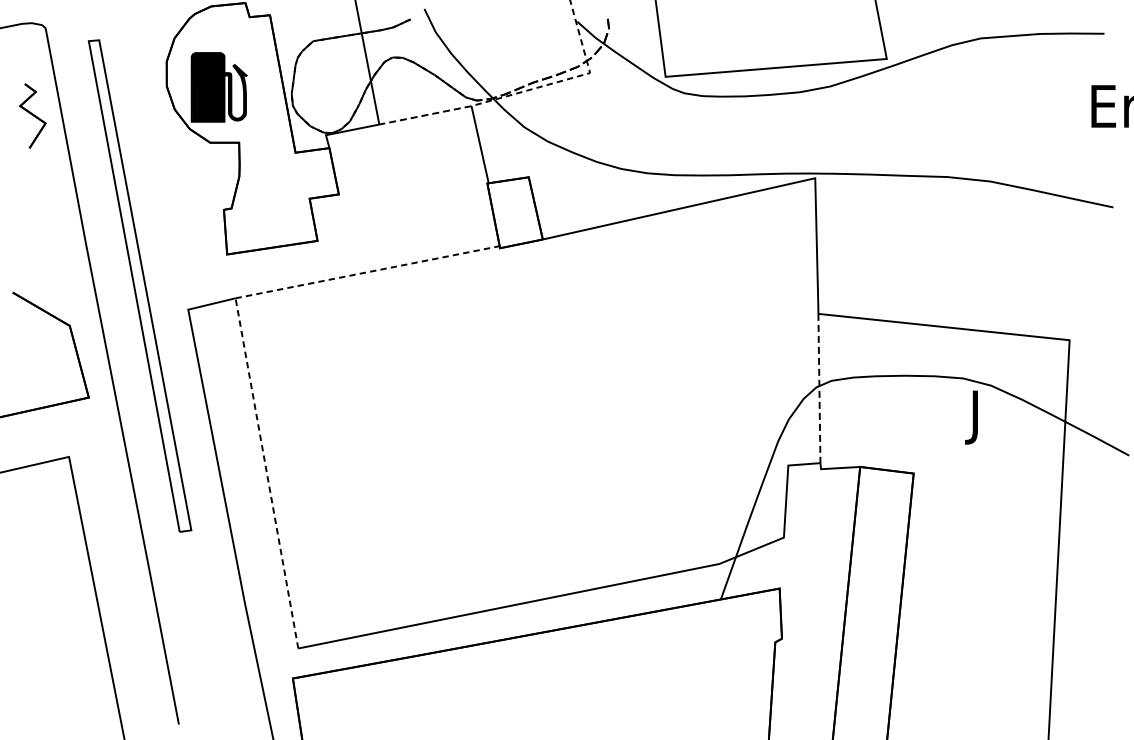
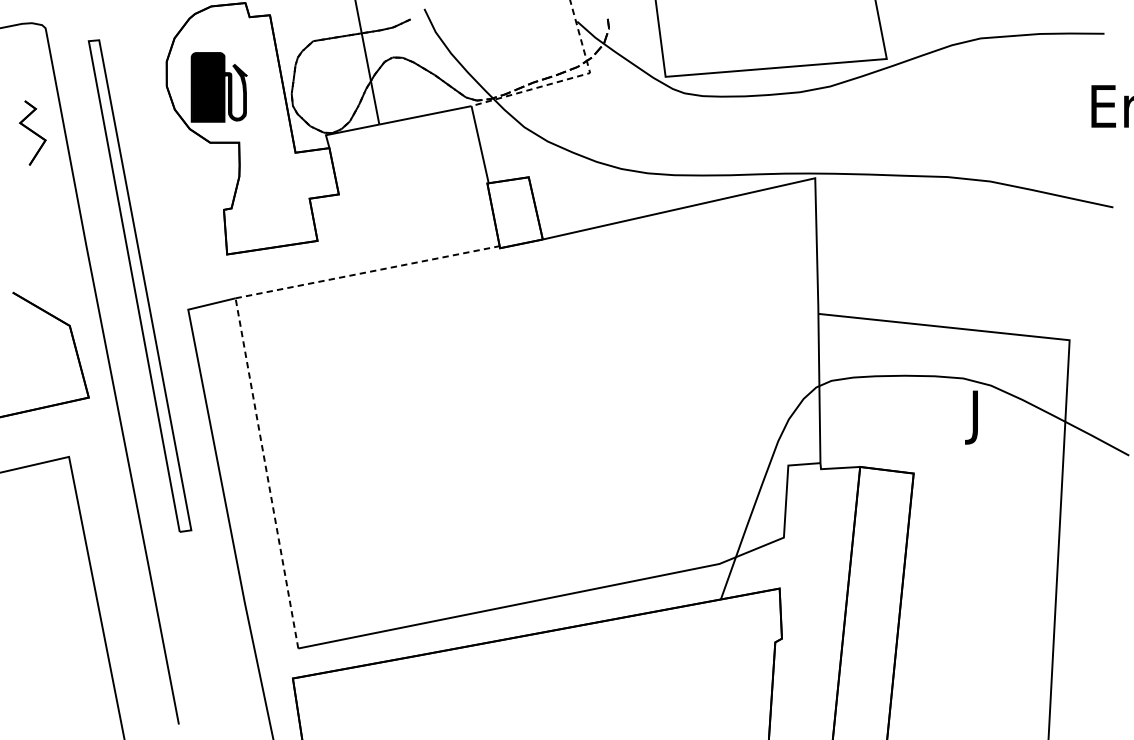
part at (32, 115) position: (32, 115) -> (32, 132)
line at (425, 115): dashed -> solid
line at (819, 388): dashed -> solid
